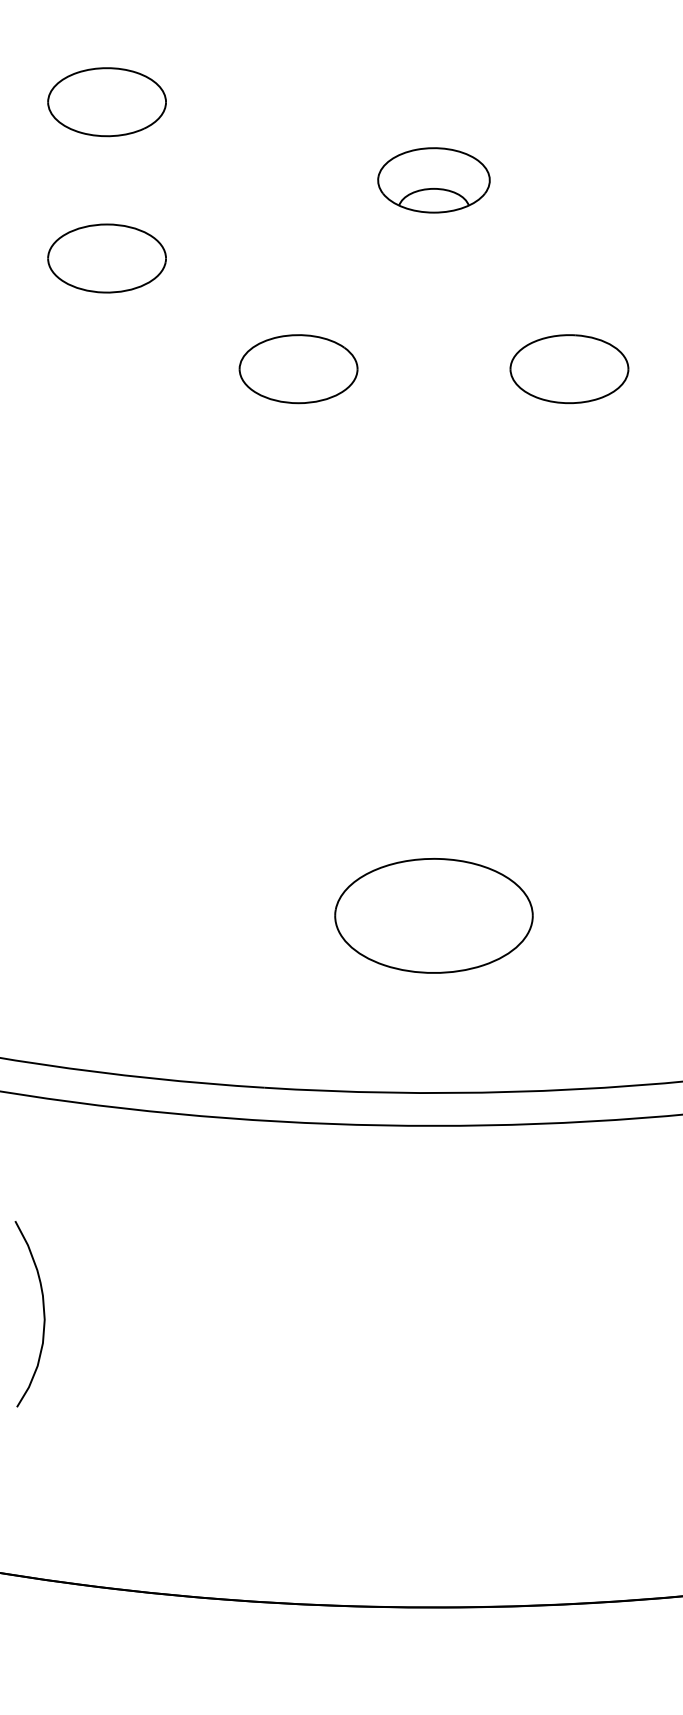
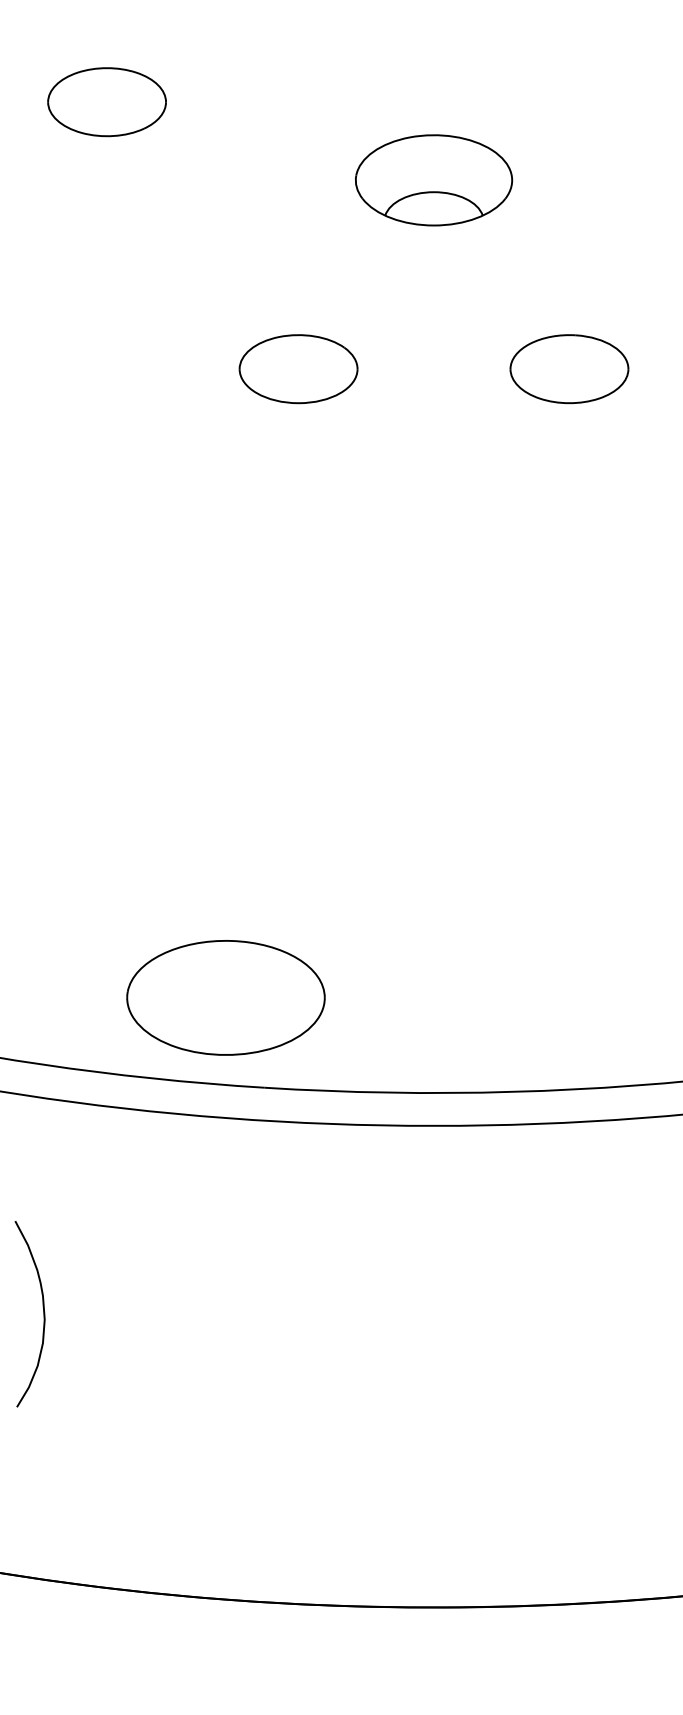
part at (433, 180) size: 114x67 px -> 159x93 px
part at (106, 258): present -> none
part at (433, 915) position: (433, 915) -> (225, 997)
